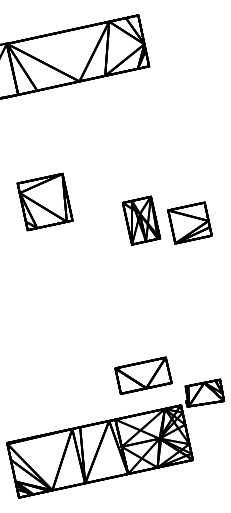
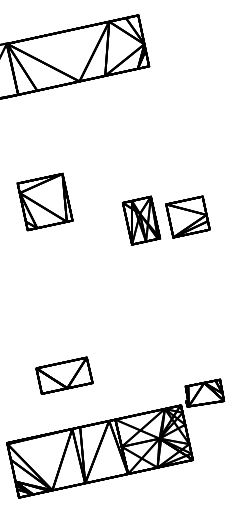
part at (189, 222) position: (189, 222) -> (187, 216)
part at (143, 375) position: (143, 375) -> (64, 375)
